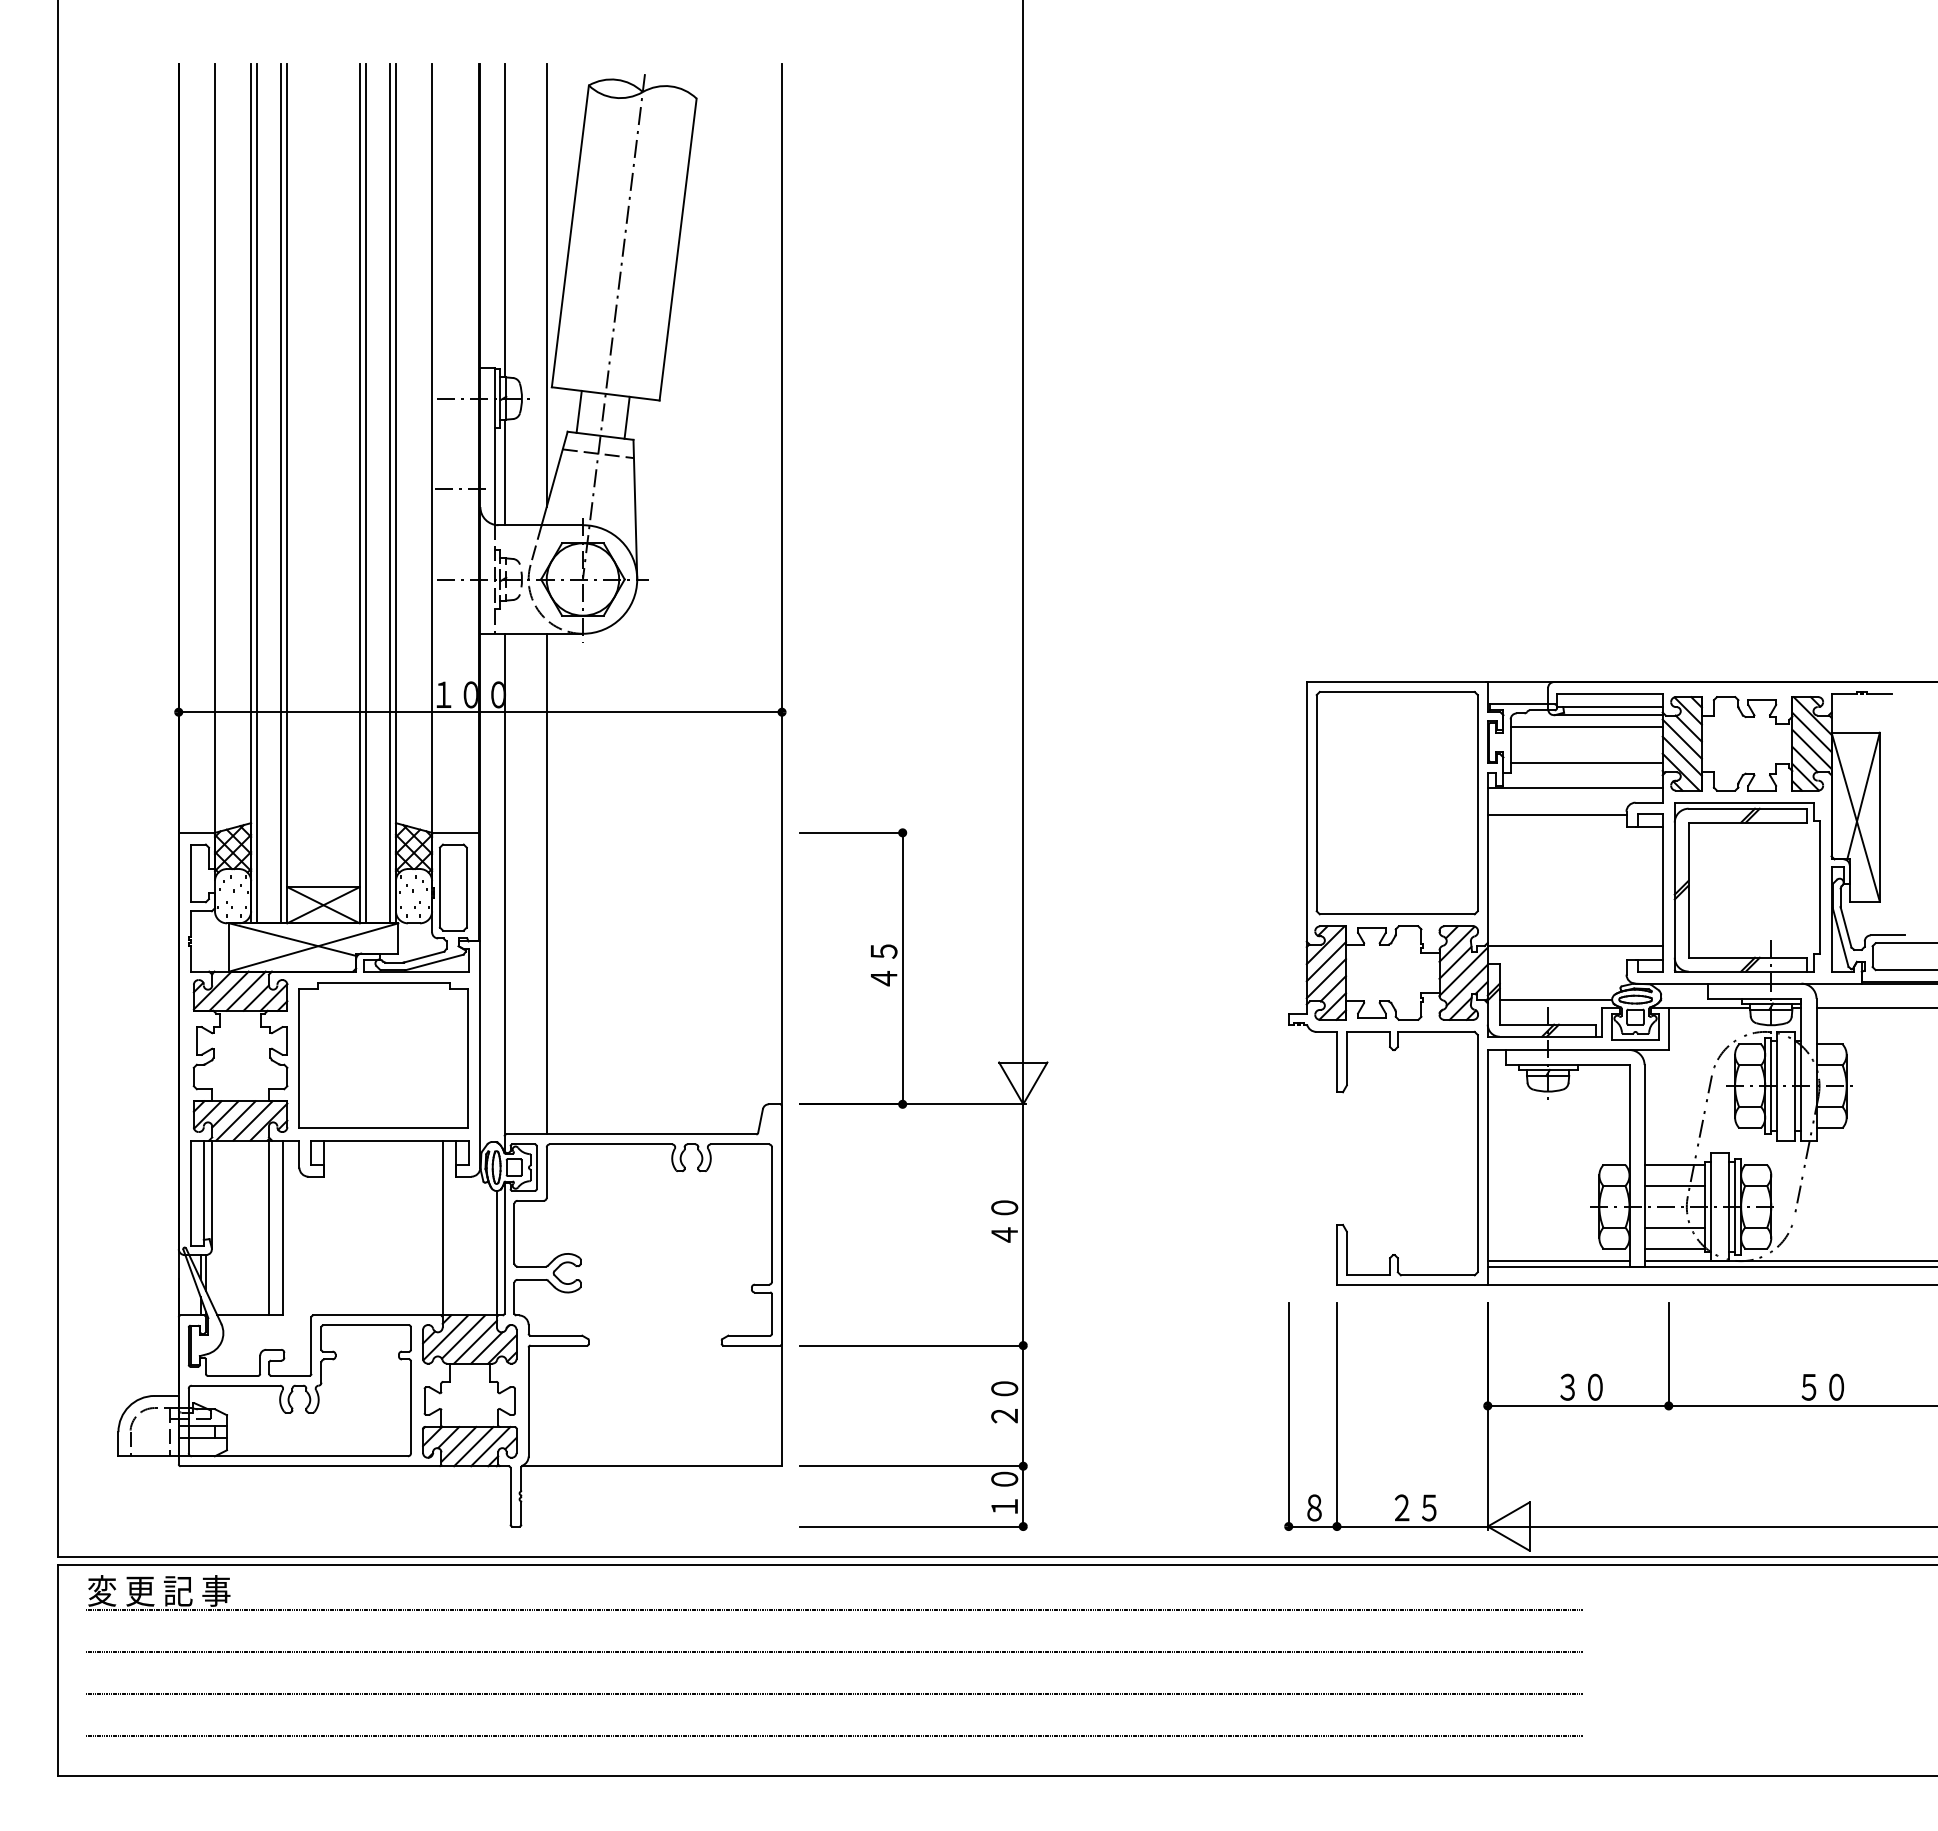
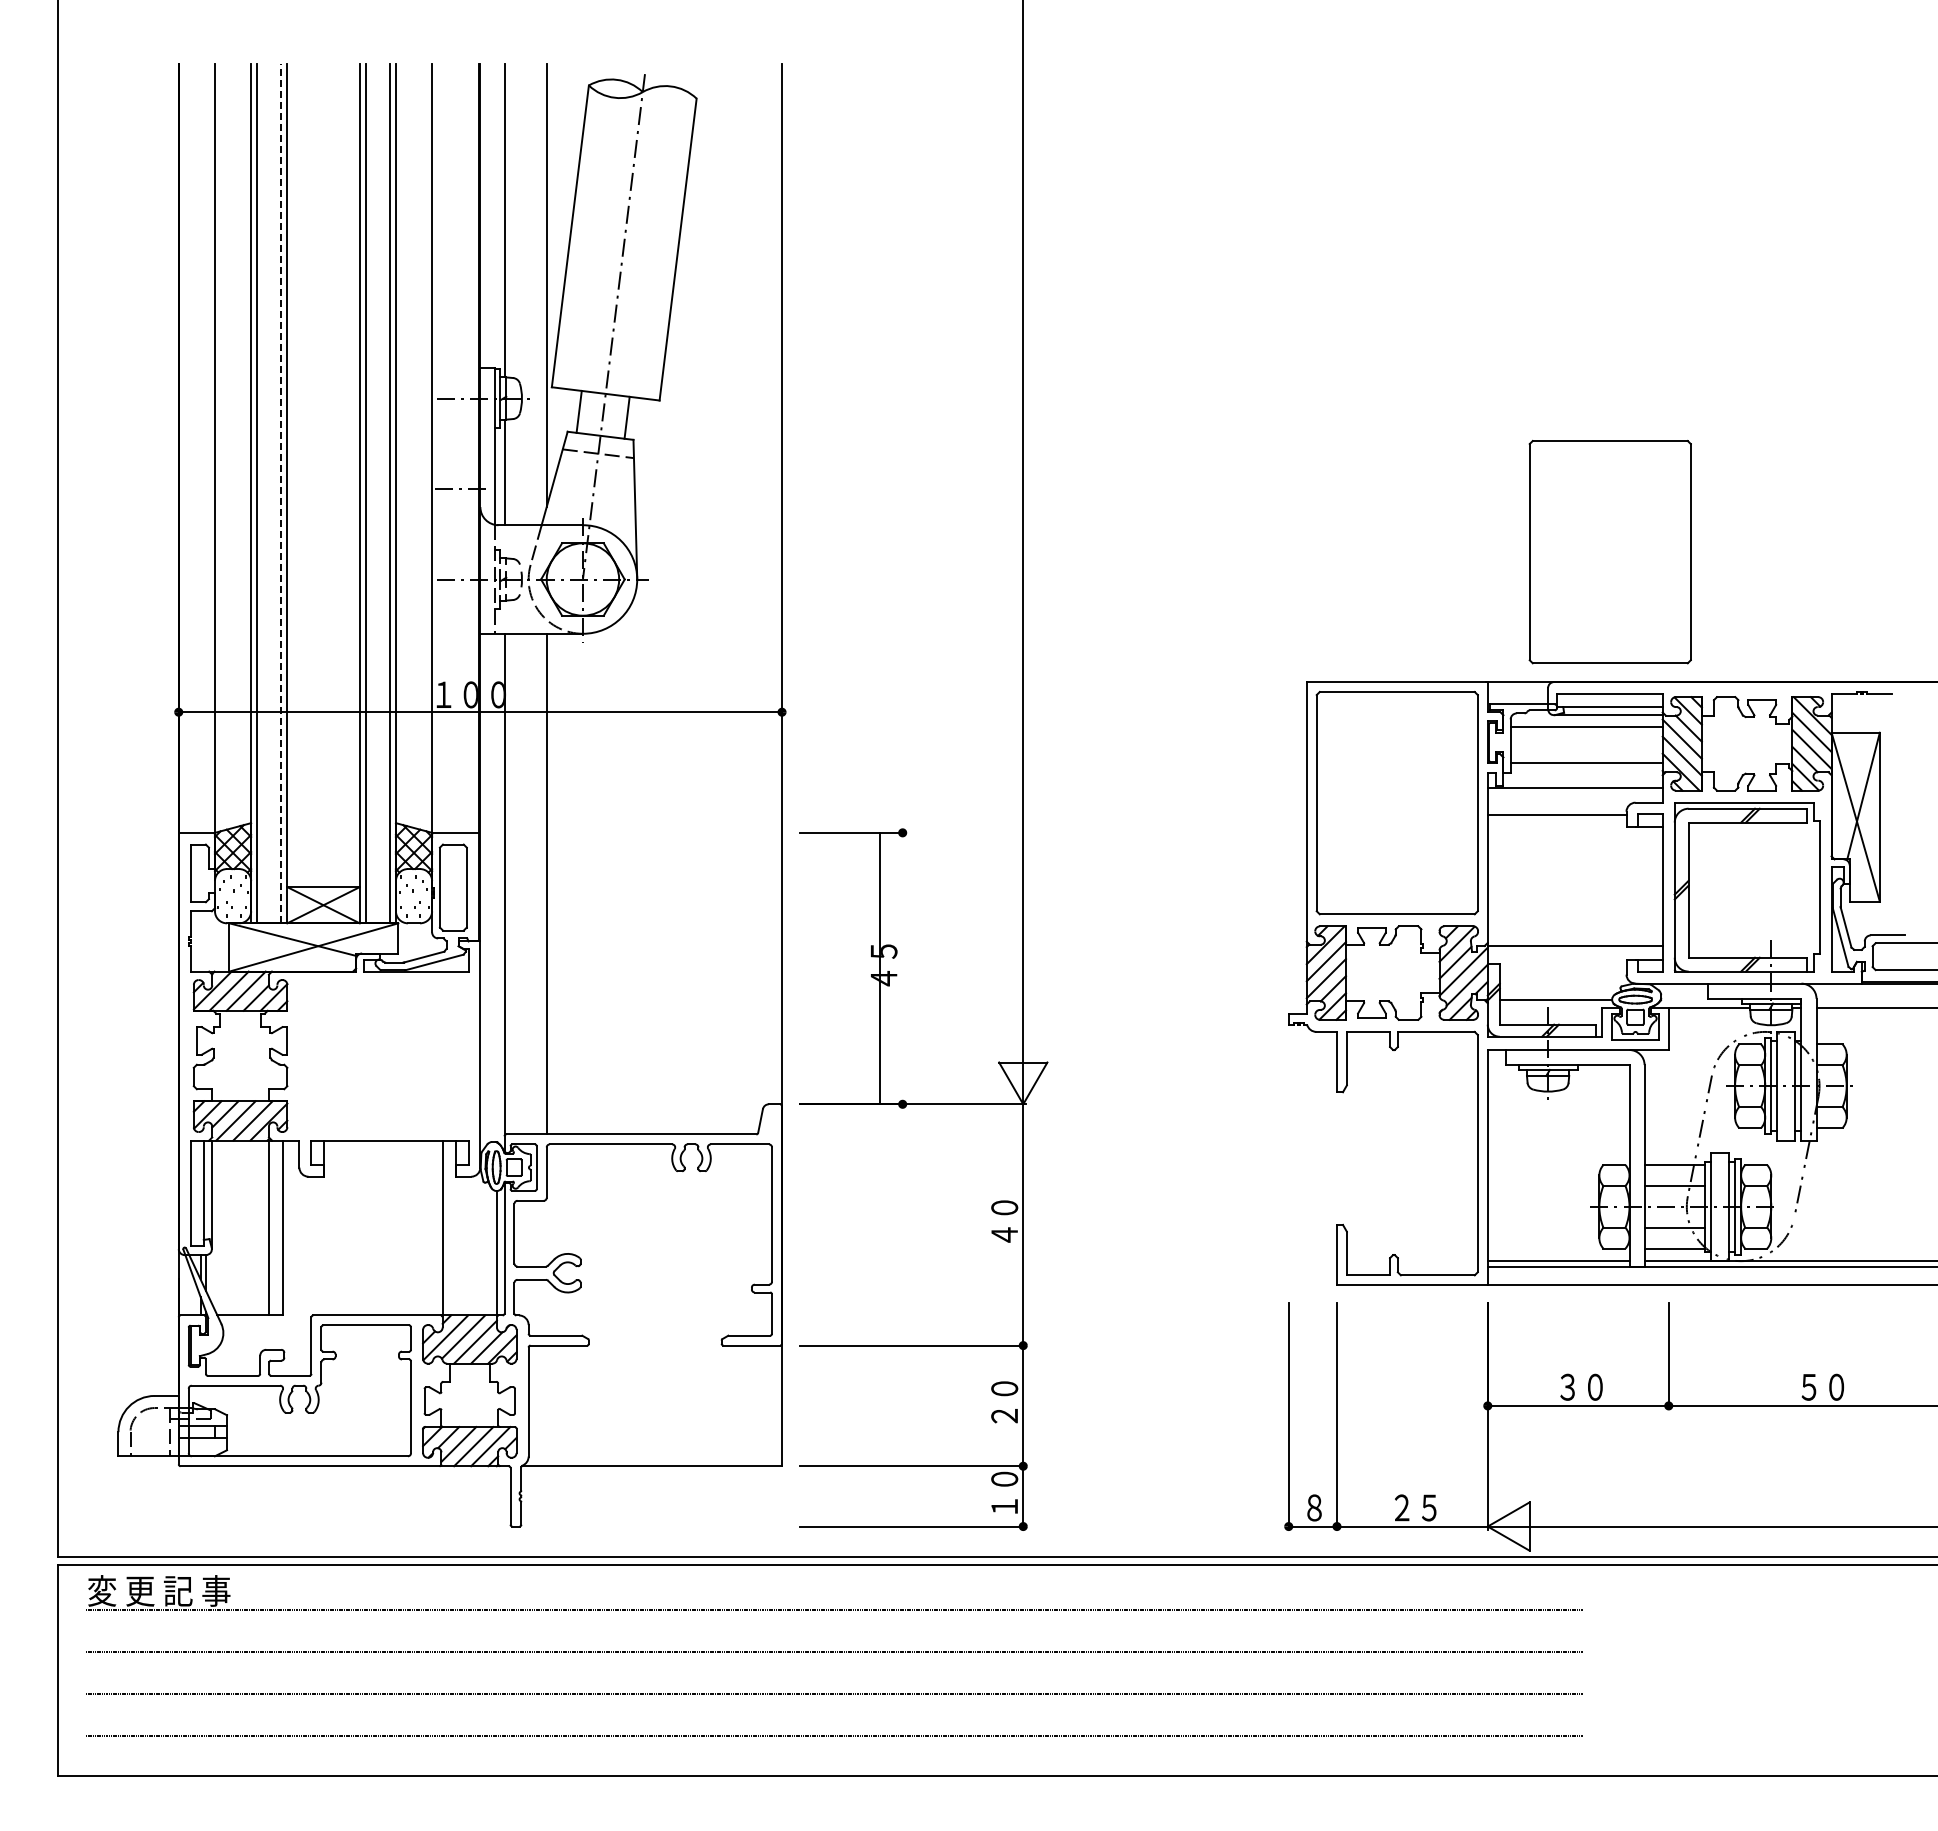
line at (281, 493): solid -> dashed
part at (1609, 552): none -> present
line at (902, 968) position: (902, 968) -> (879, 968)
part at (383, 1055): present -> none
